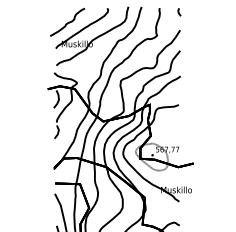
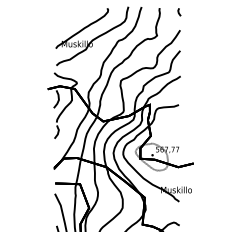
curve at (67, 22): present -> none
